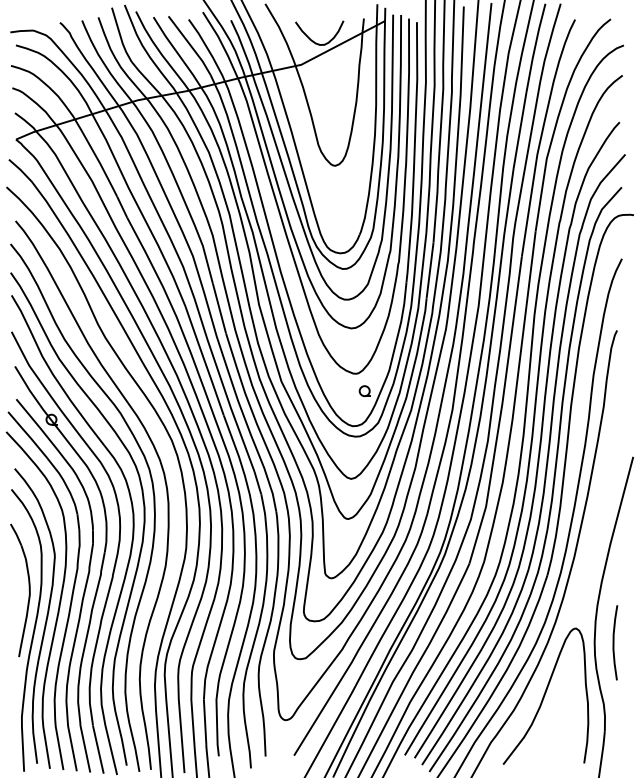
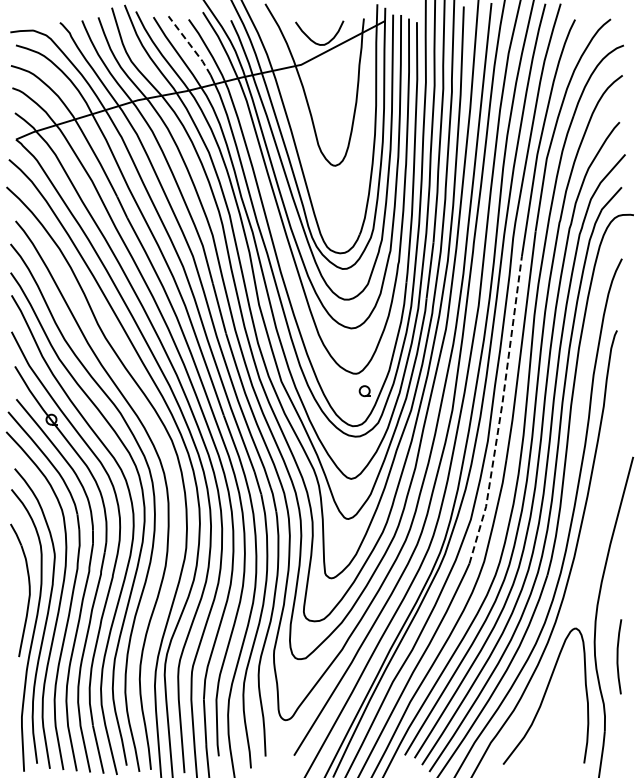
line at (190, 44): solid -> dashed
line at (501, 411): solid -> dashed
curve at (614, 642) position: (614, 642) -> (618, 656)
